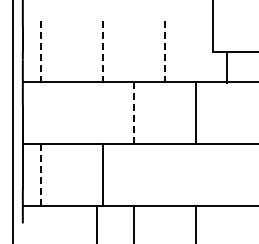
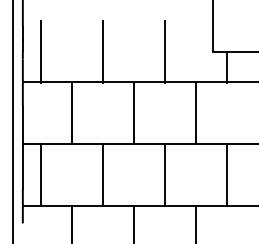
line at (41, 51): dashed -> solid
line at (103, 51): dashed -> solid
line at (165, 51): dashed -> solid
line at (72, 113): none -> present
line at (134, 113): dashed -> solid
line at (41, 175): dashed -> solid
line at (165, 175): none -> present
line at (226, 175): none -> present
line at (97, 223) position: (97, 223) -> (72, 223)
